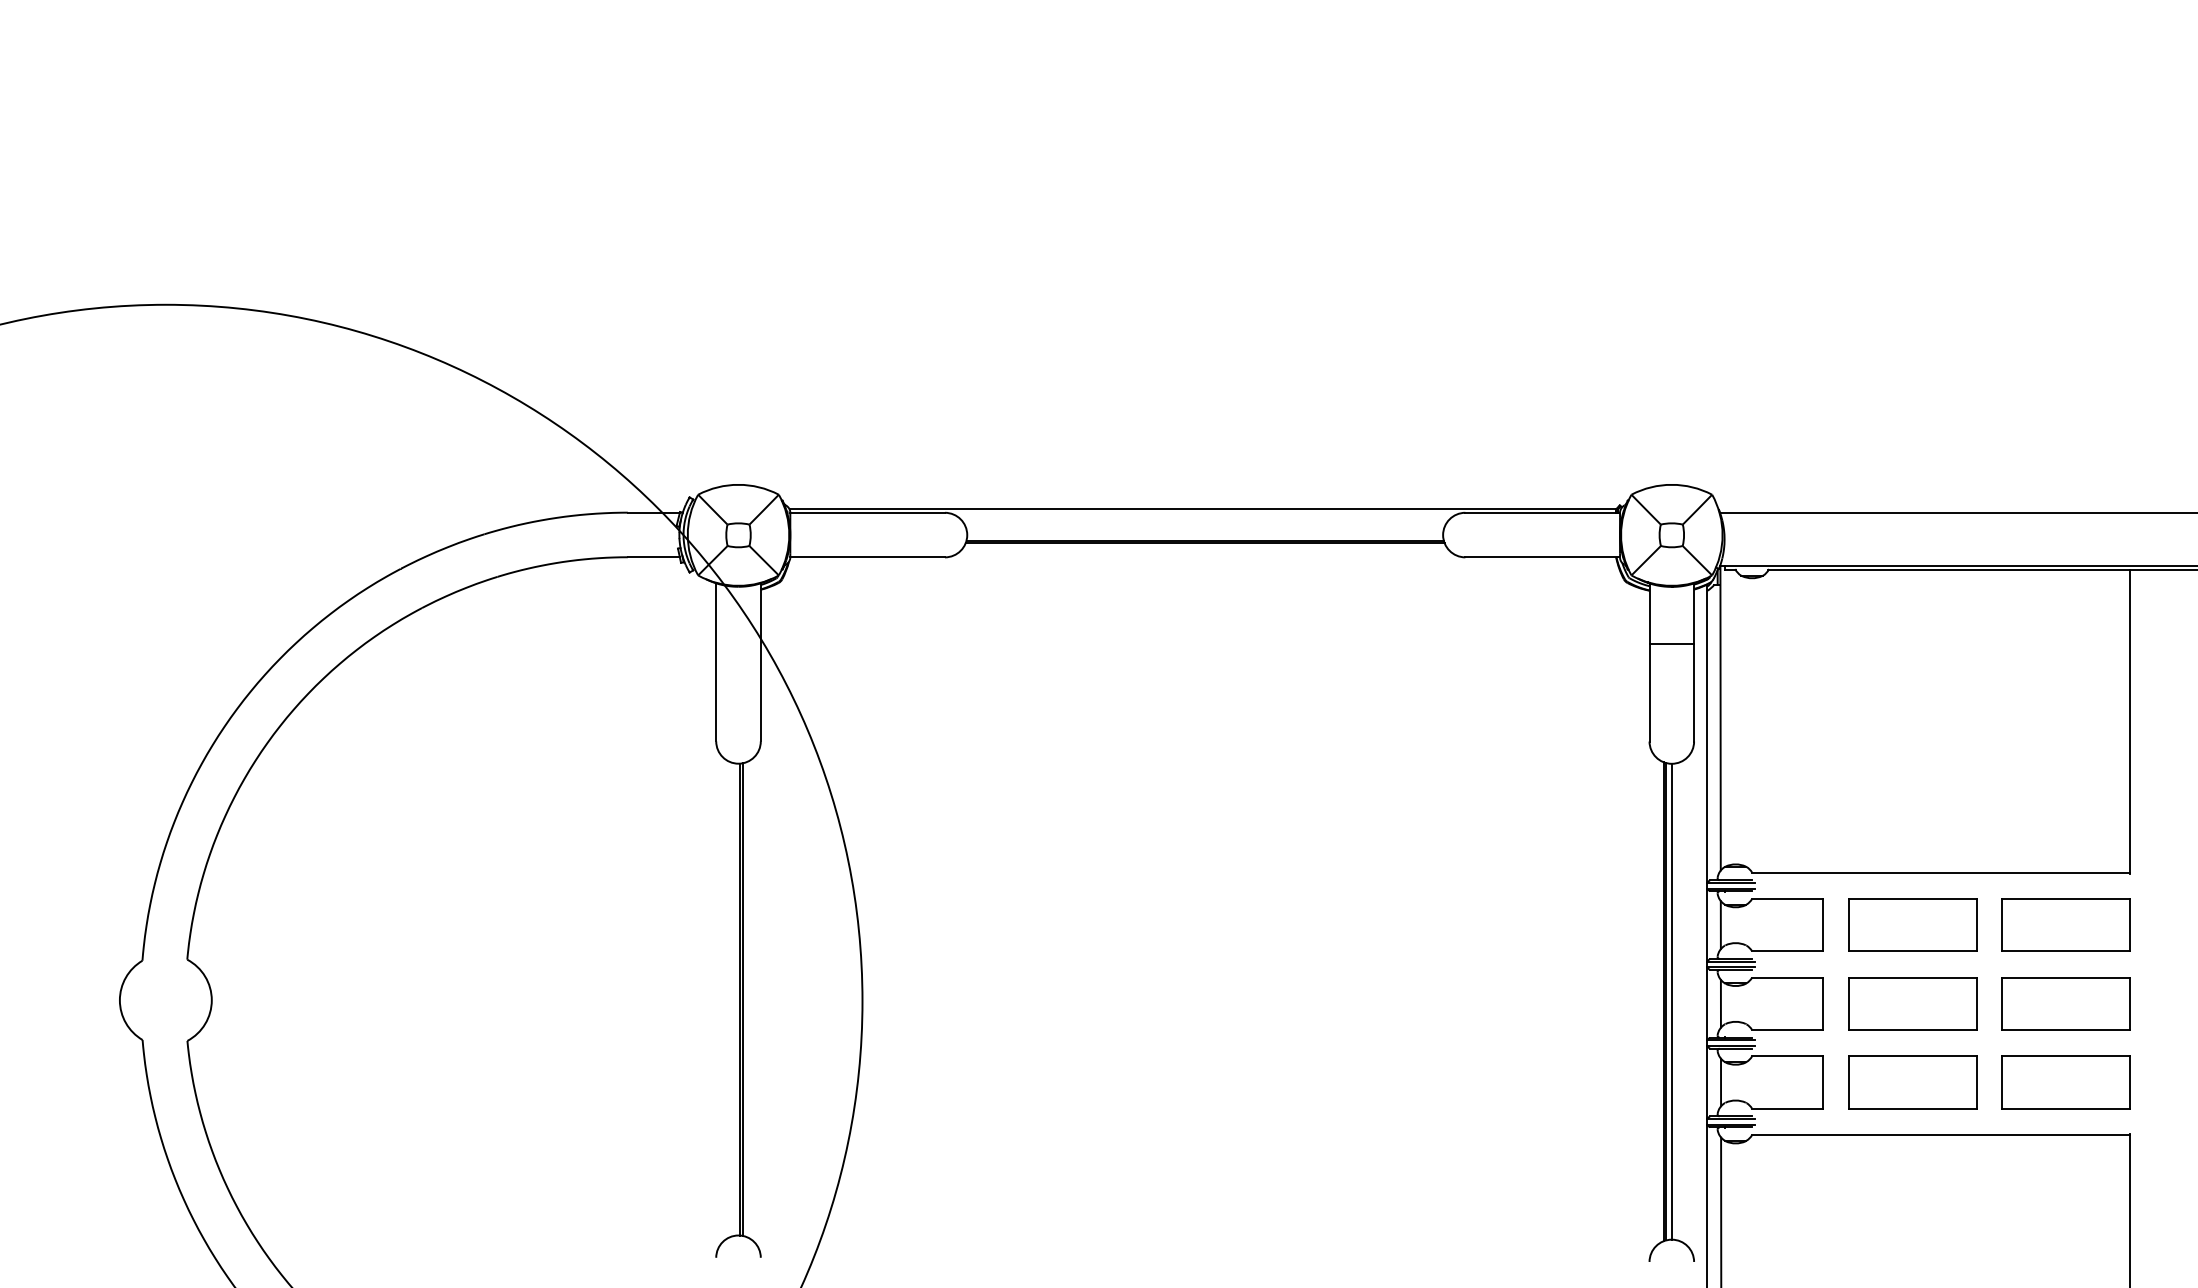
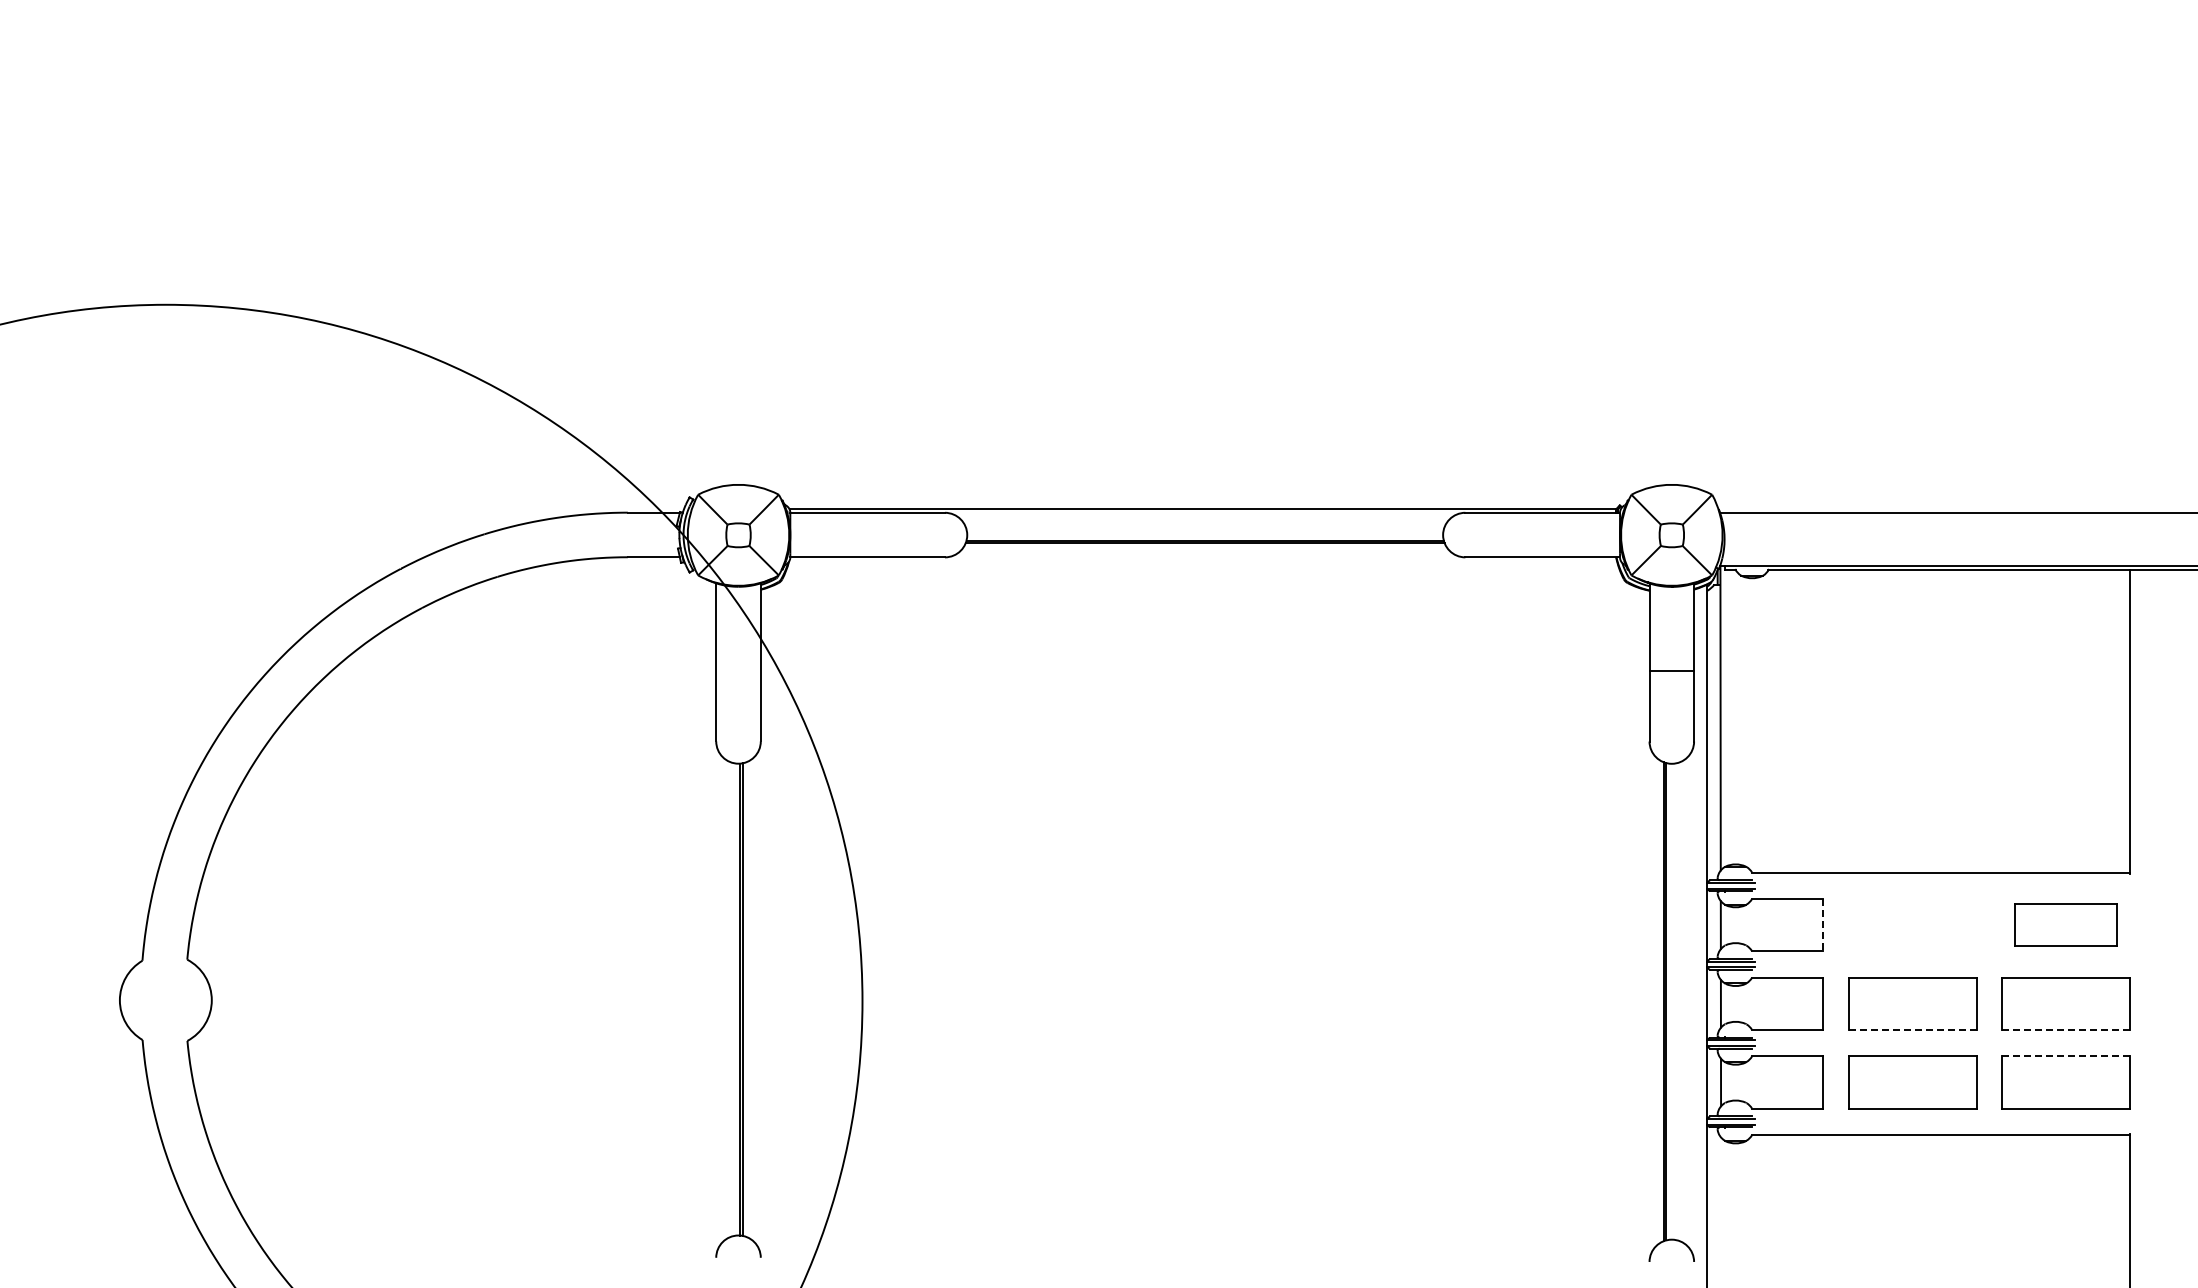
line at (1671, 644) position: (1671, 644) -> (1671, 671)
part at (1912, 924): present -> none
part at (2065, 924) size: 130x54 px -> 104x44 px
line at (1823, 925): solid -> dashed
line at (1672, 1001): present -> none
line at (1913, 1029): solid -> dashed
line at (2066, 1029): solid -> dashed
line at (2066, 1056): solid -> dashed
line at (1721, 1210): present -> none
